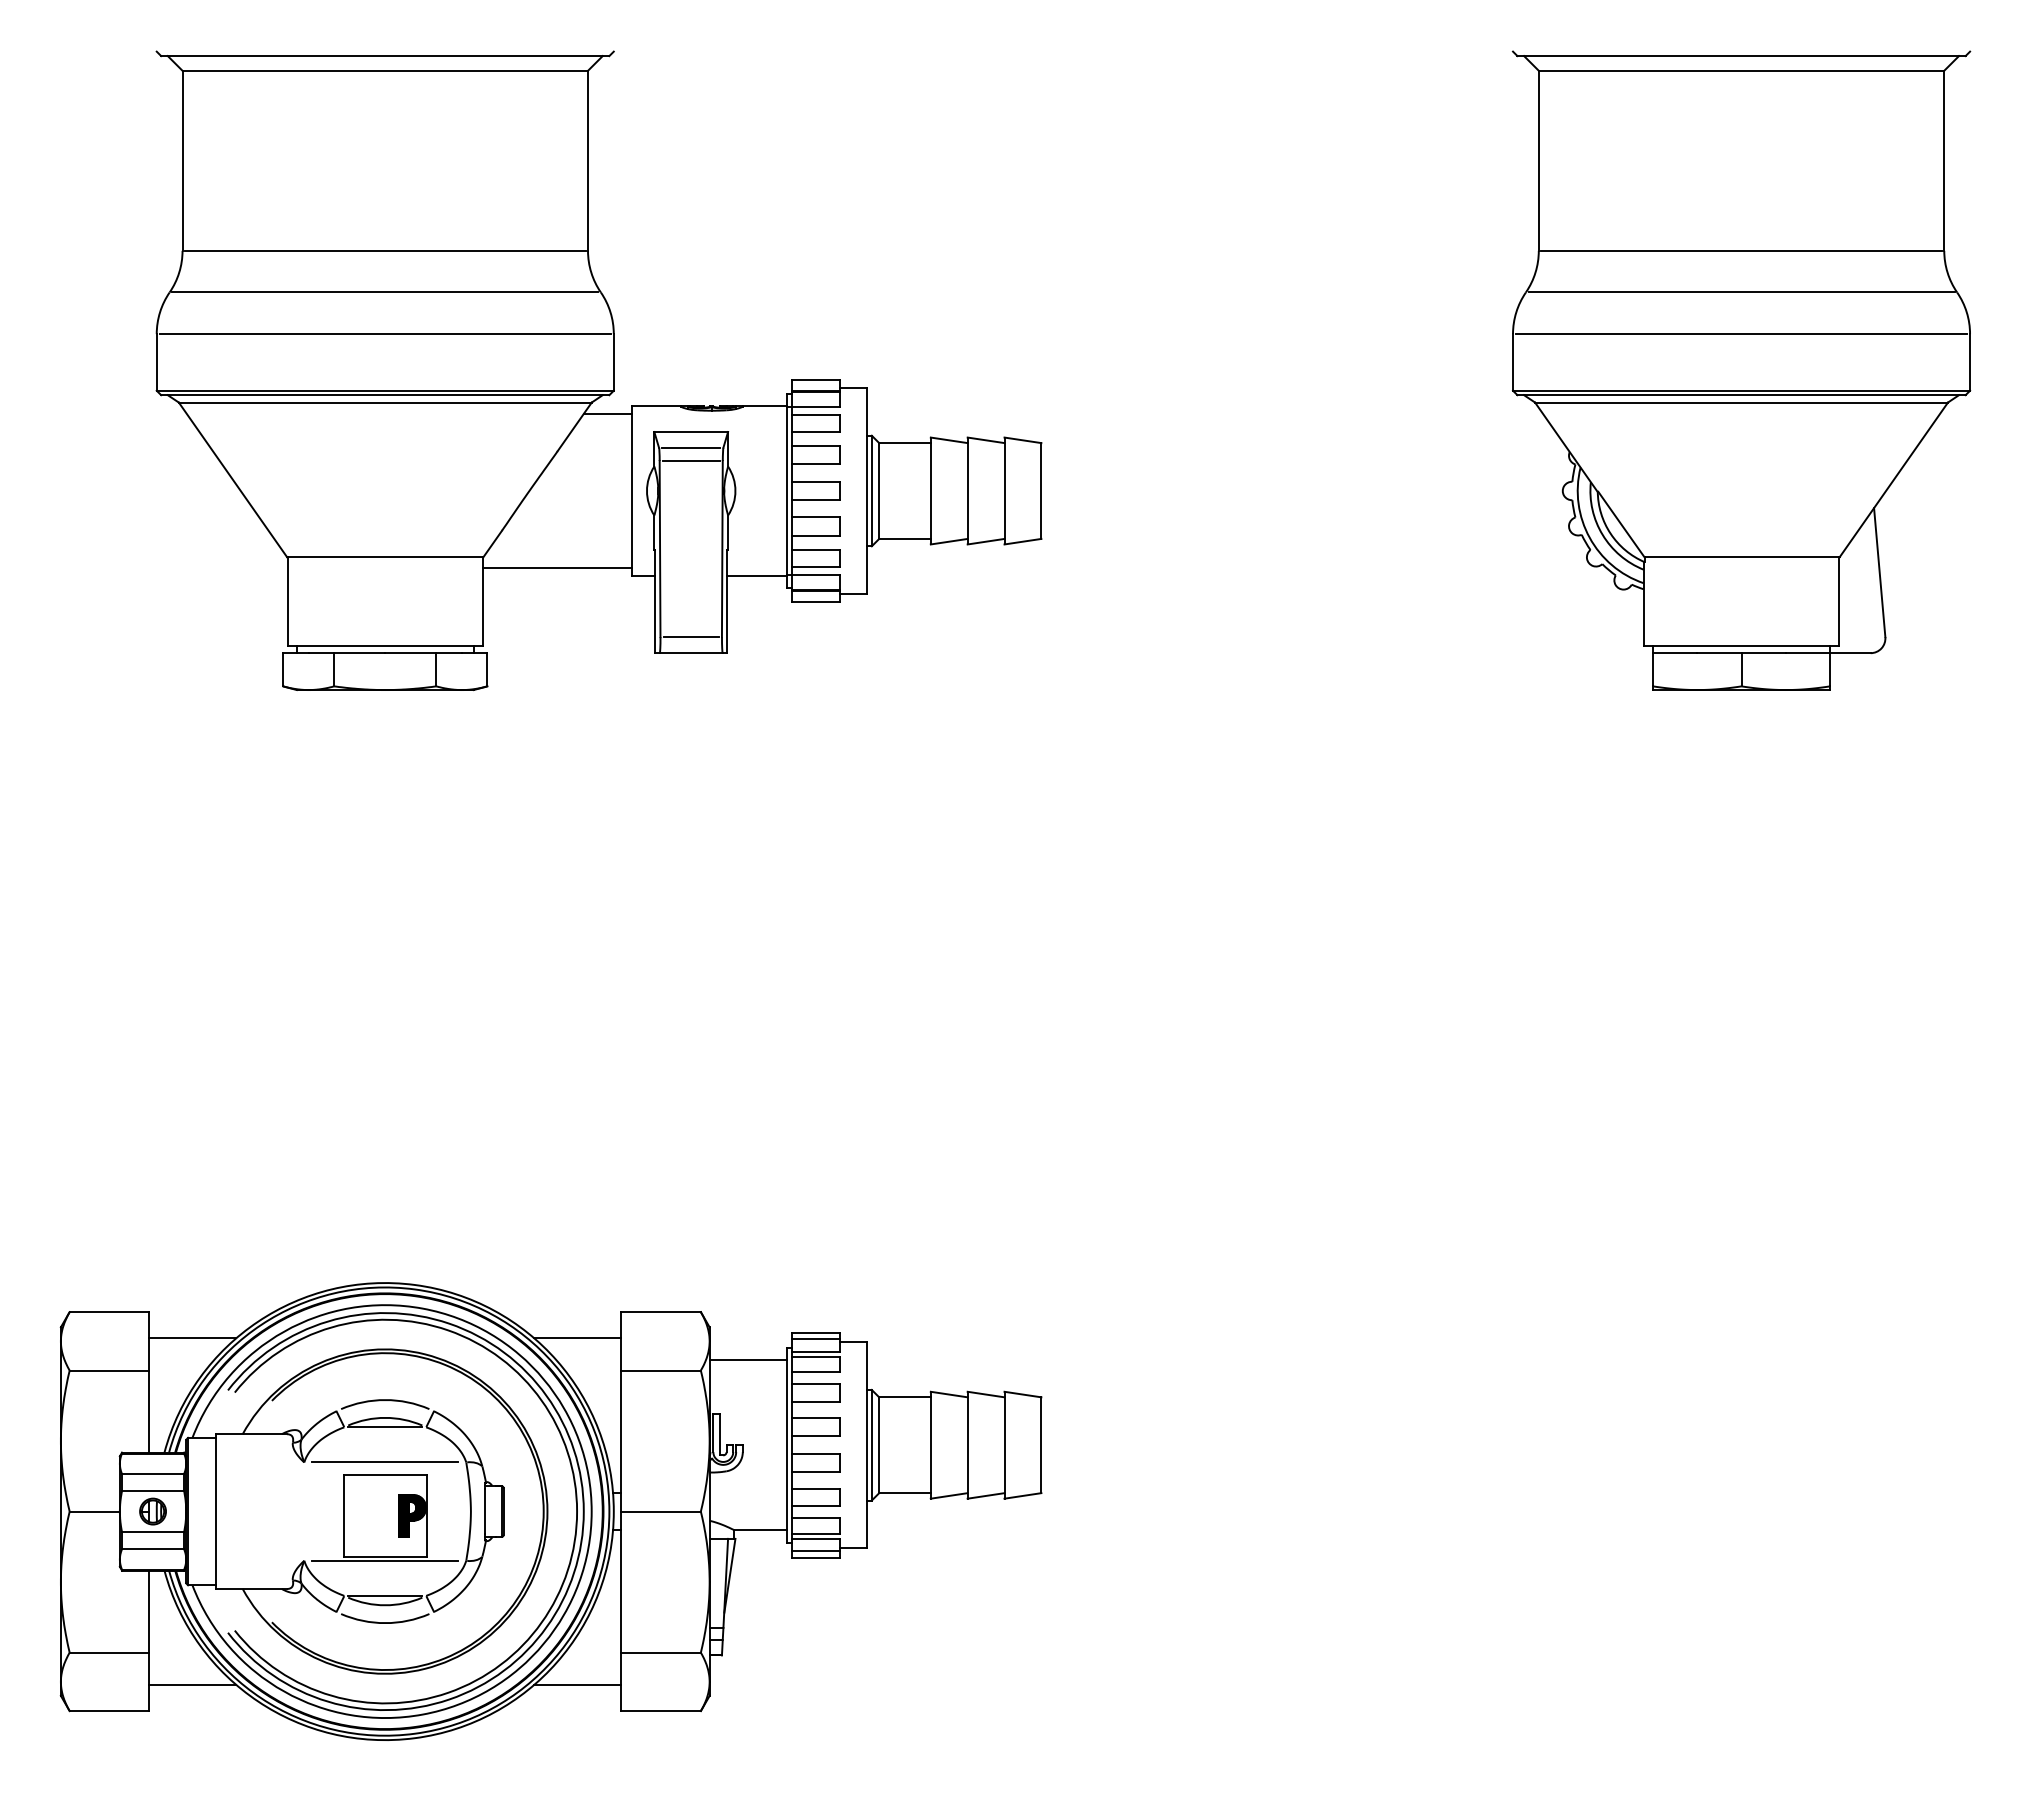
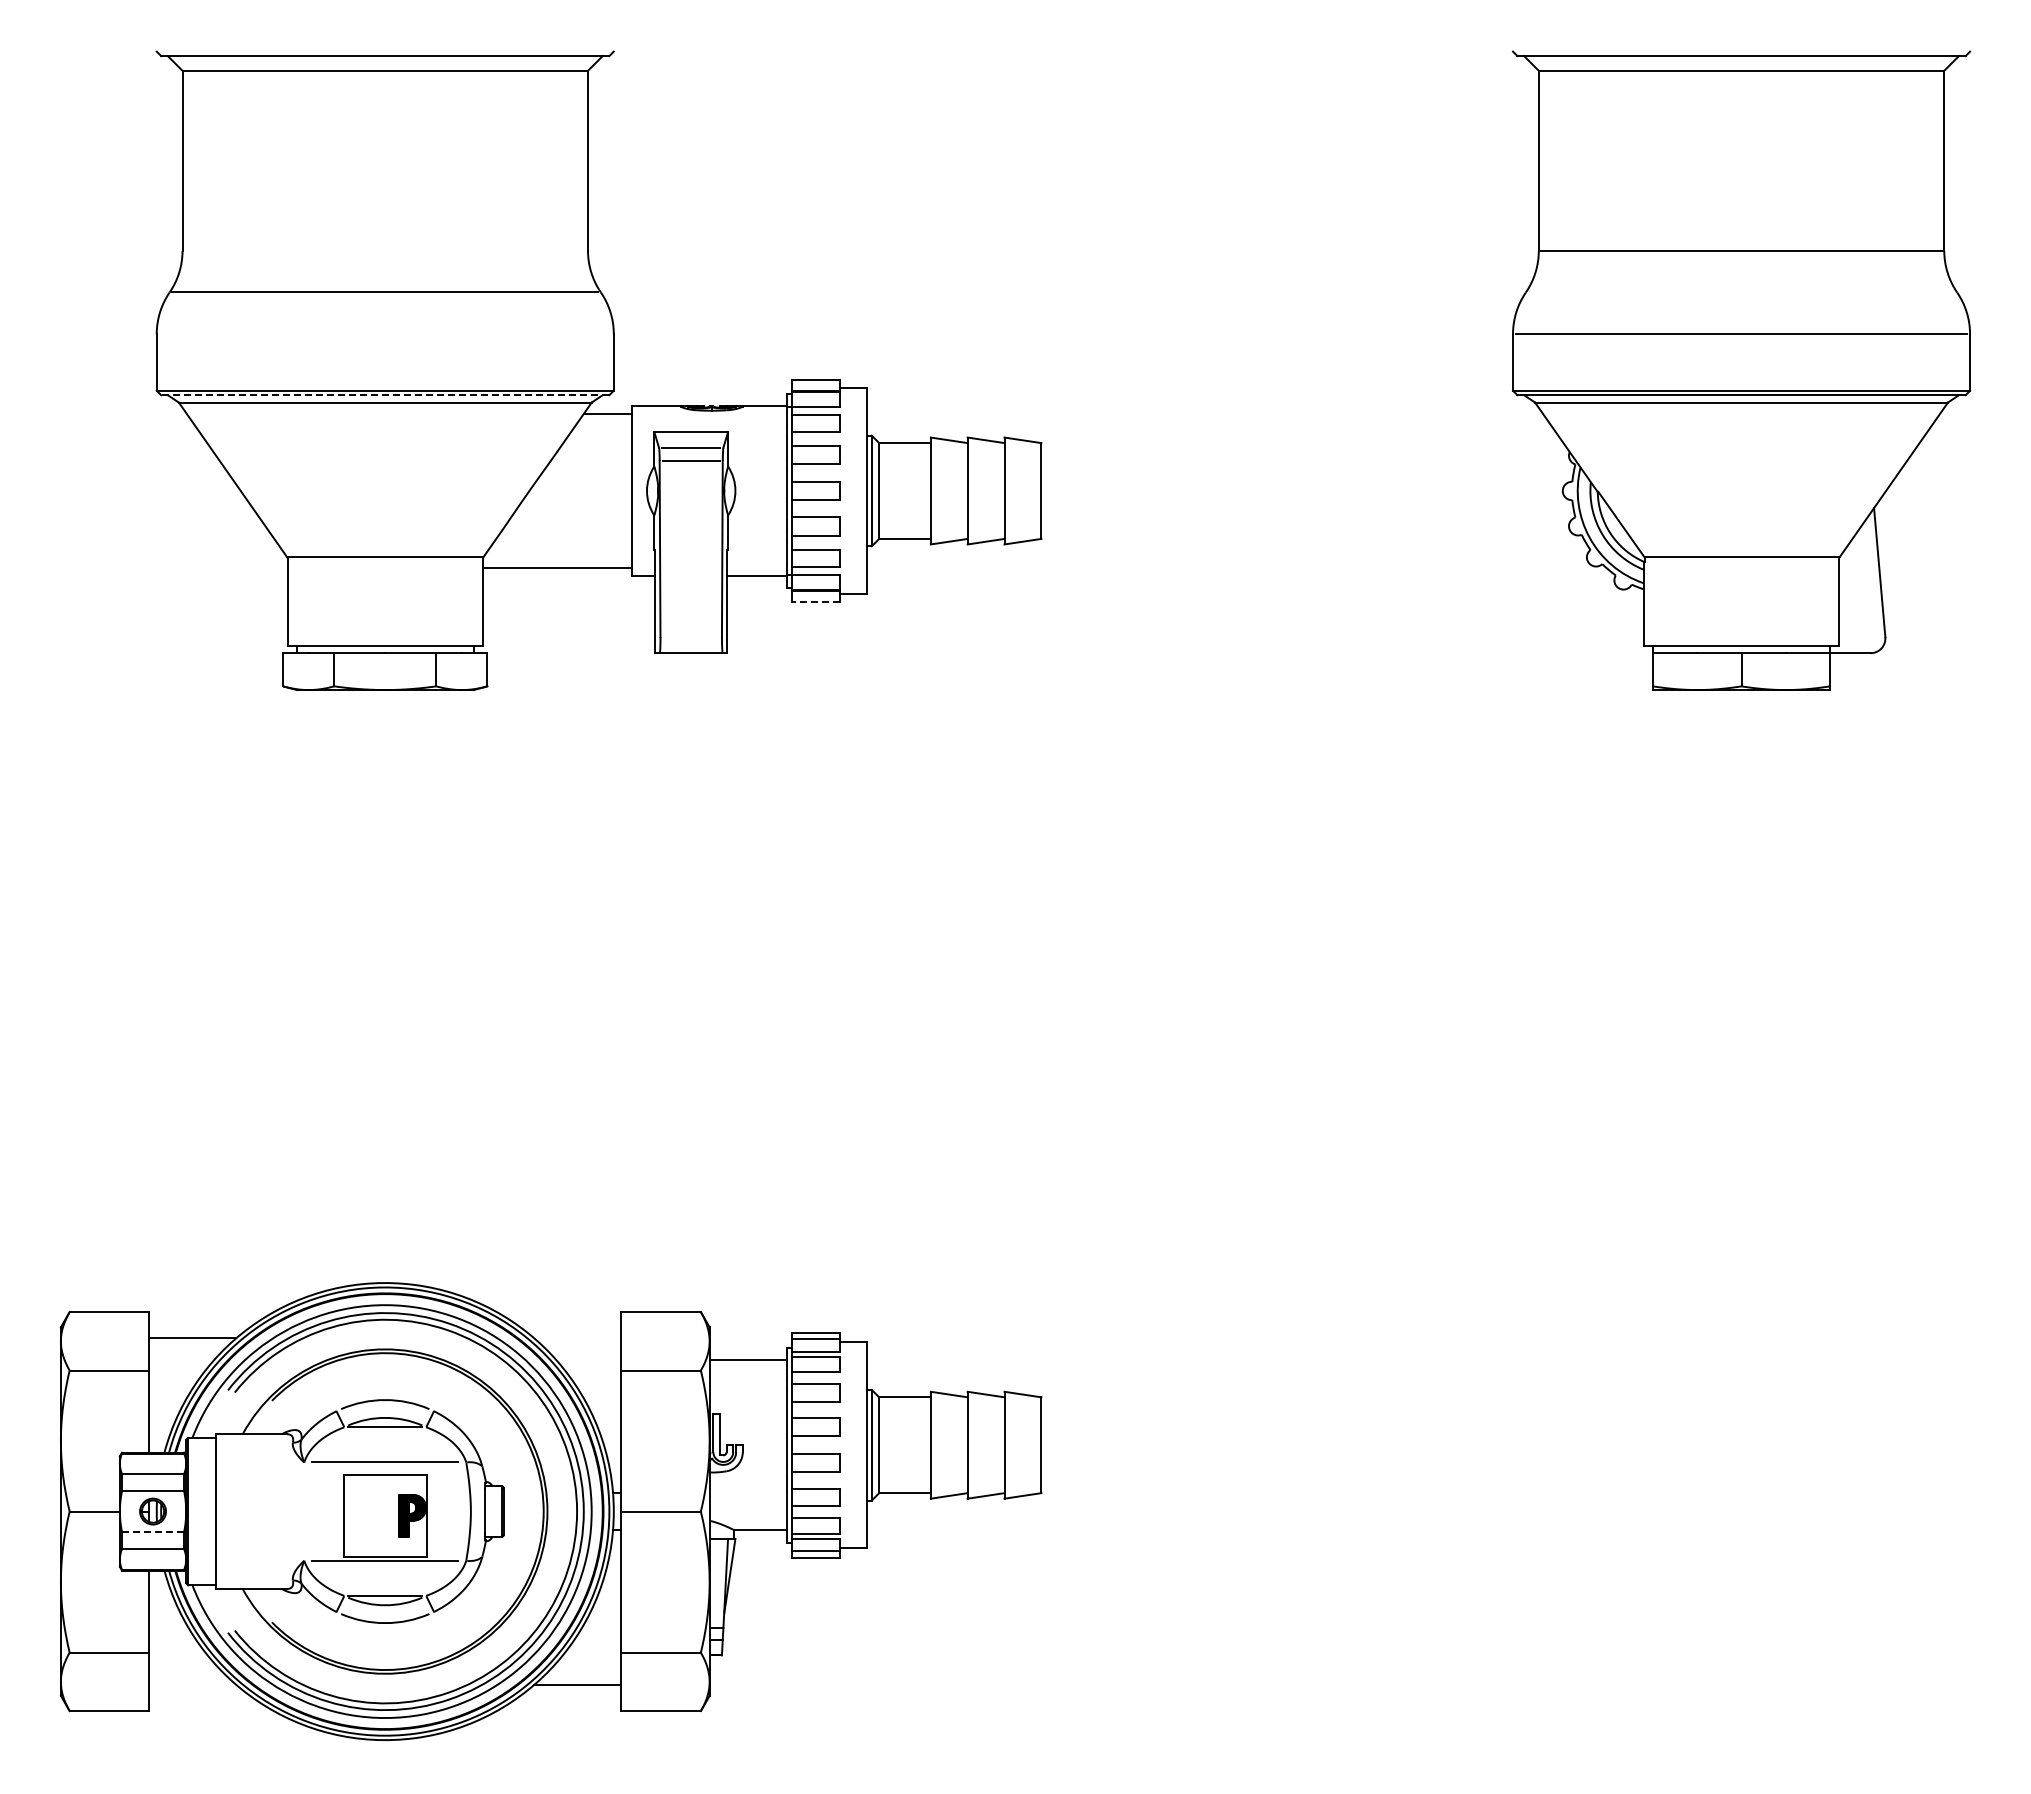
line at (385, 250): present -> none
line at (1741, 292): present -> none
line at (385, 334): present -> none
line at (384, 395): solid -> dashed
line at (816, 601): solid -> dashed
line at (690, 637): present -> none
line at (577, 1338): present -> none
line at (153, 1532): solid -> dashed
line at (192, 1684): present -> none
